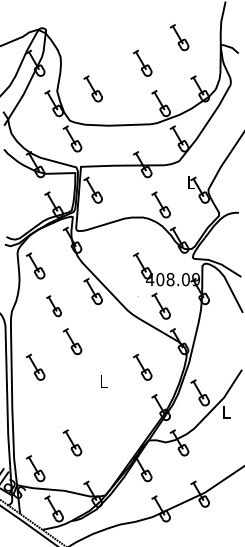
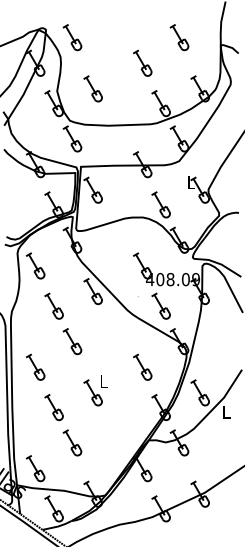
part at (72, 37): none -> present
part at (54, 306) size: 17x23 px -> 20x28 px
part at (92, 392): none -> present
part at (53, 407): none -> present
